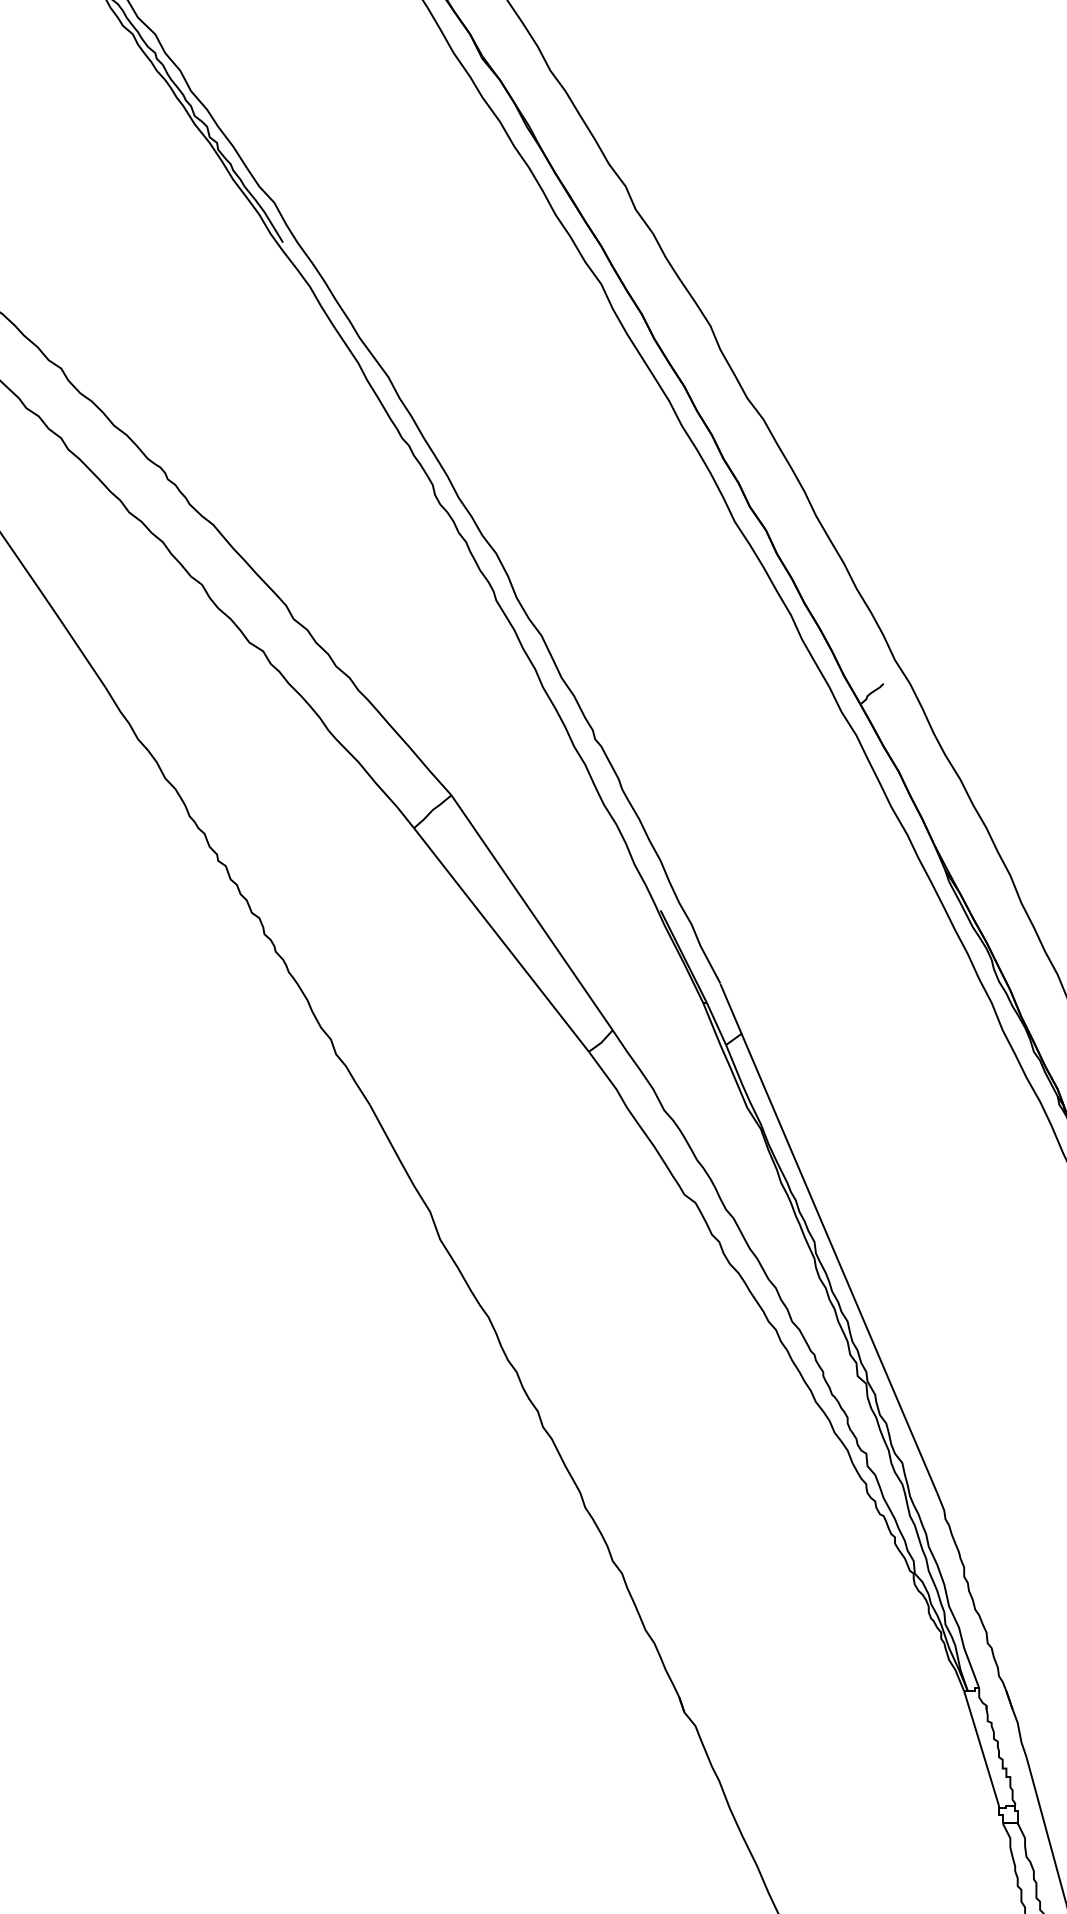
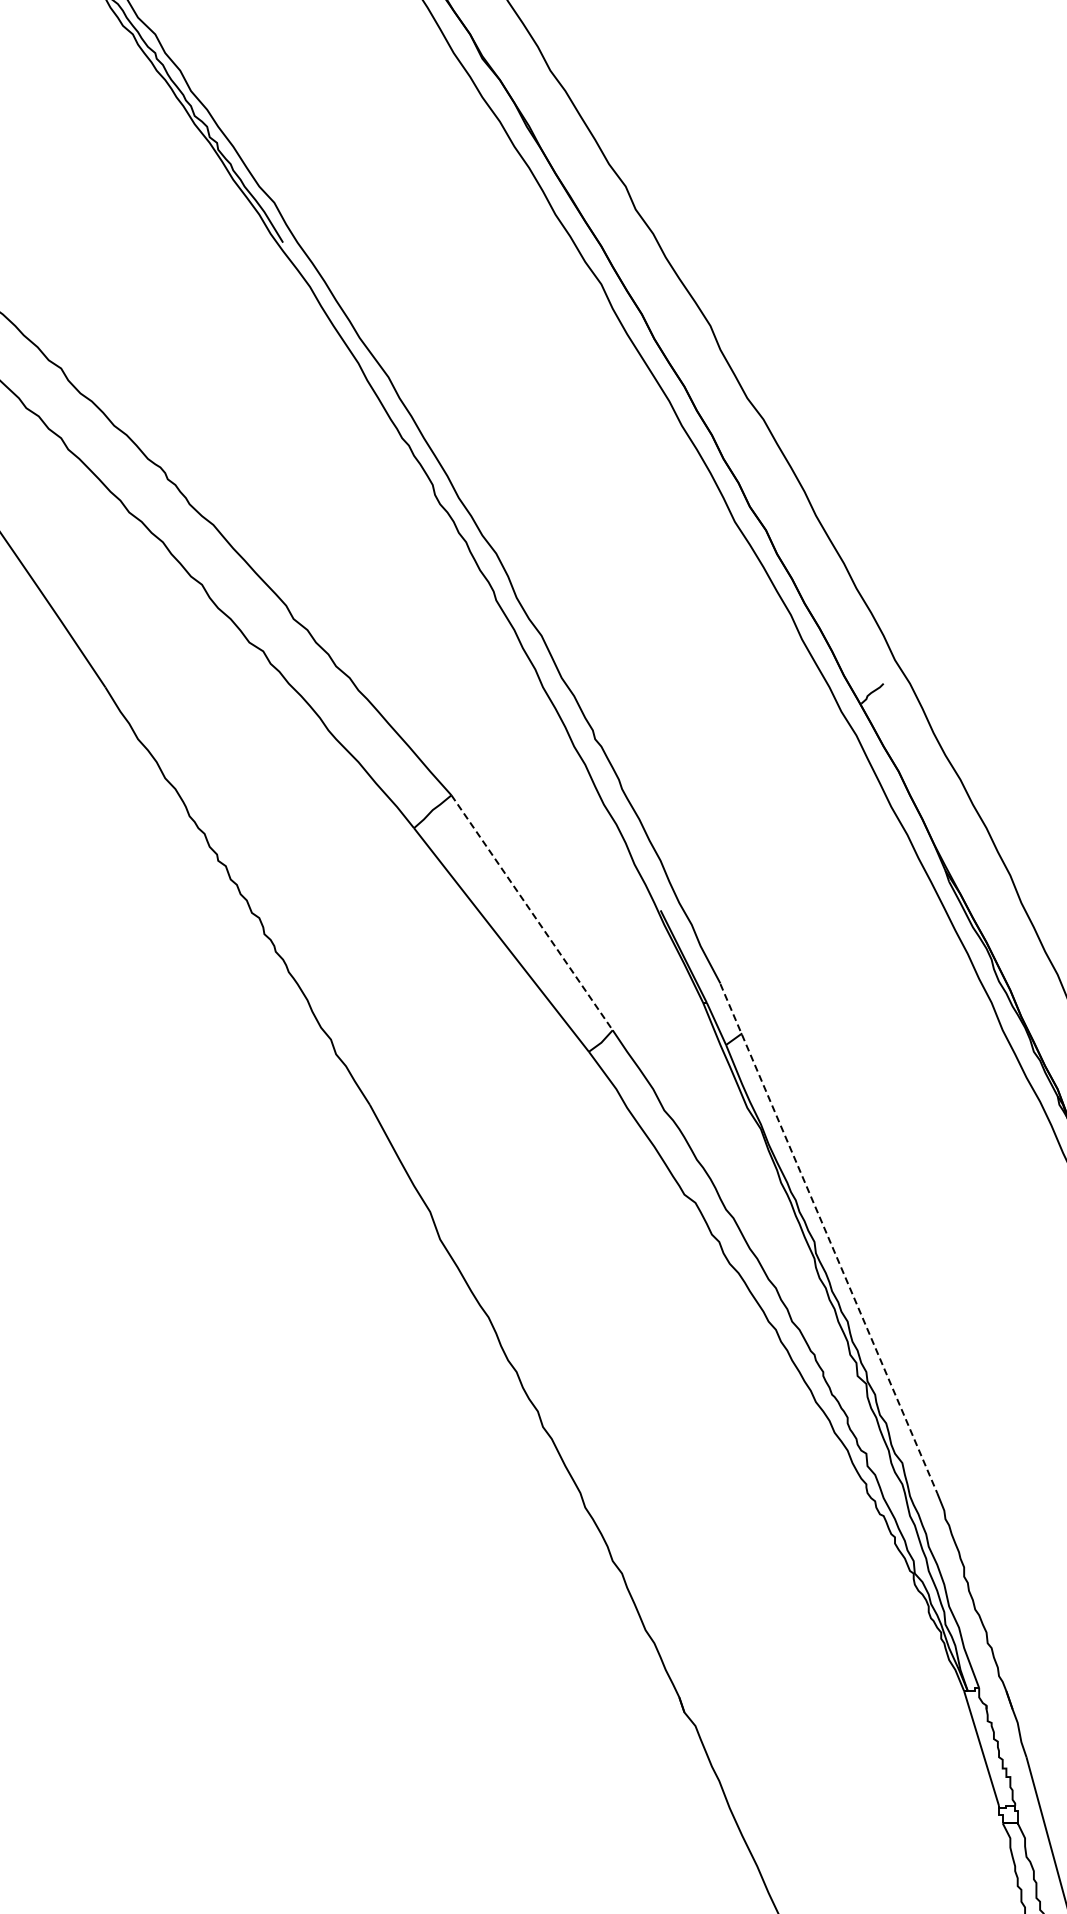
line at (532, 913): solid -> dashed
line at (828, 1238): solid -> dashed
